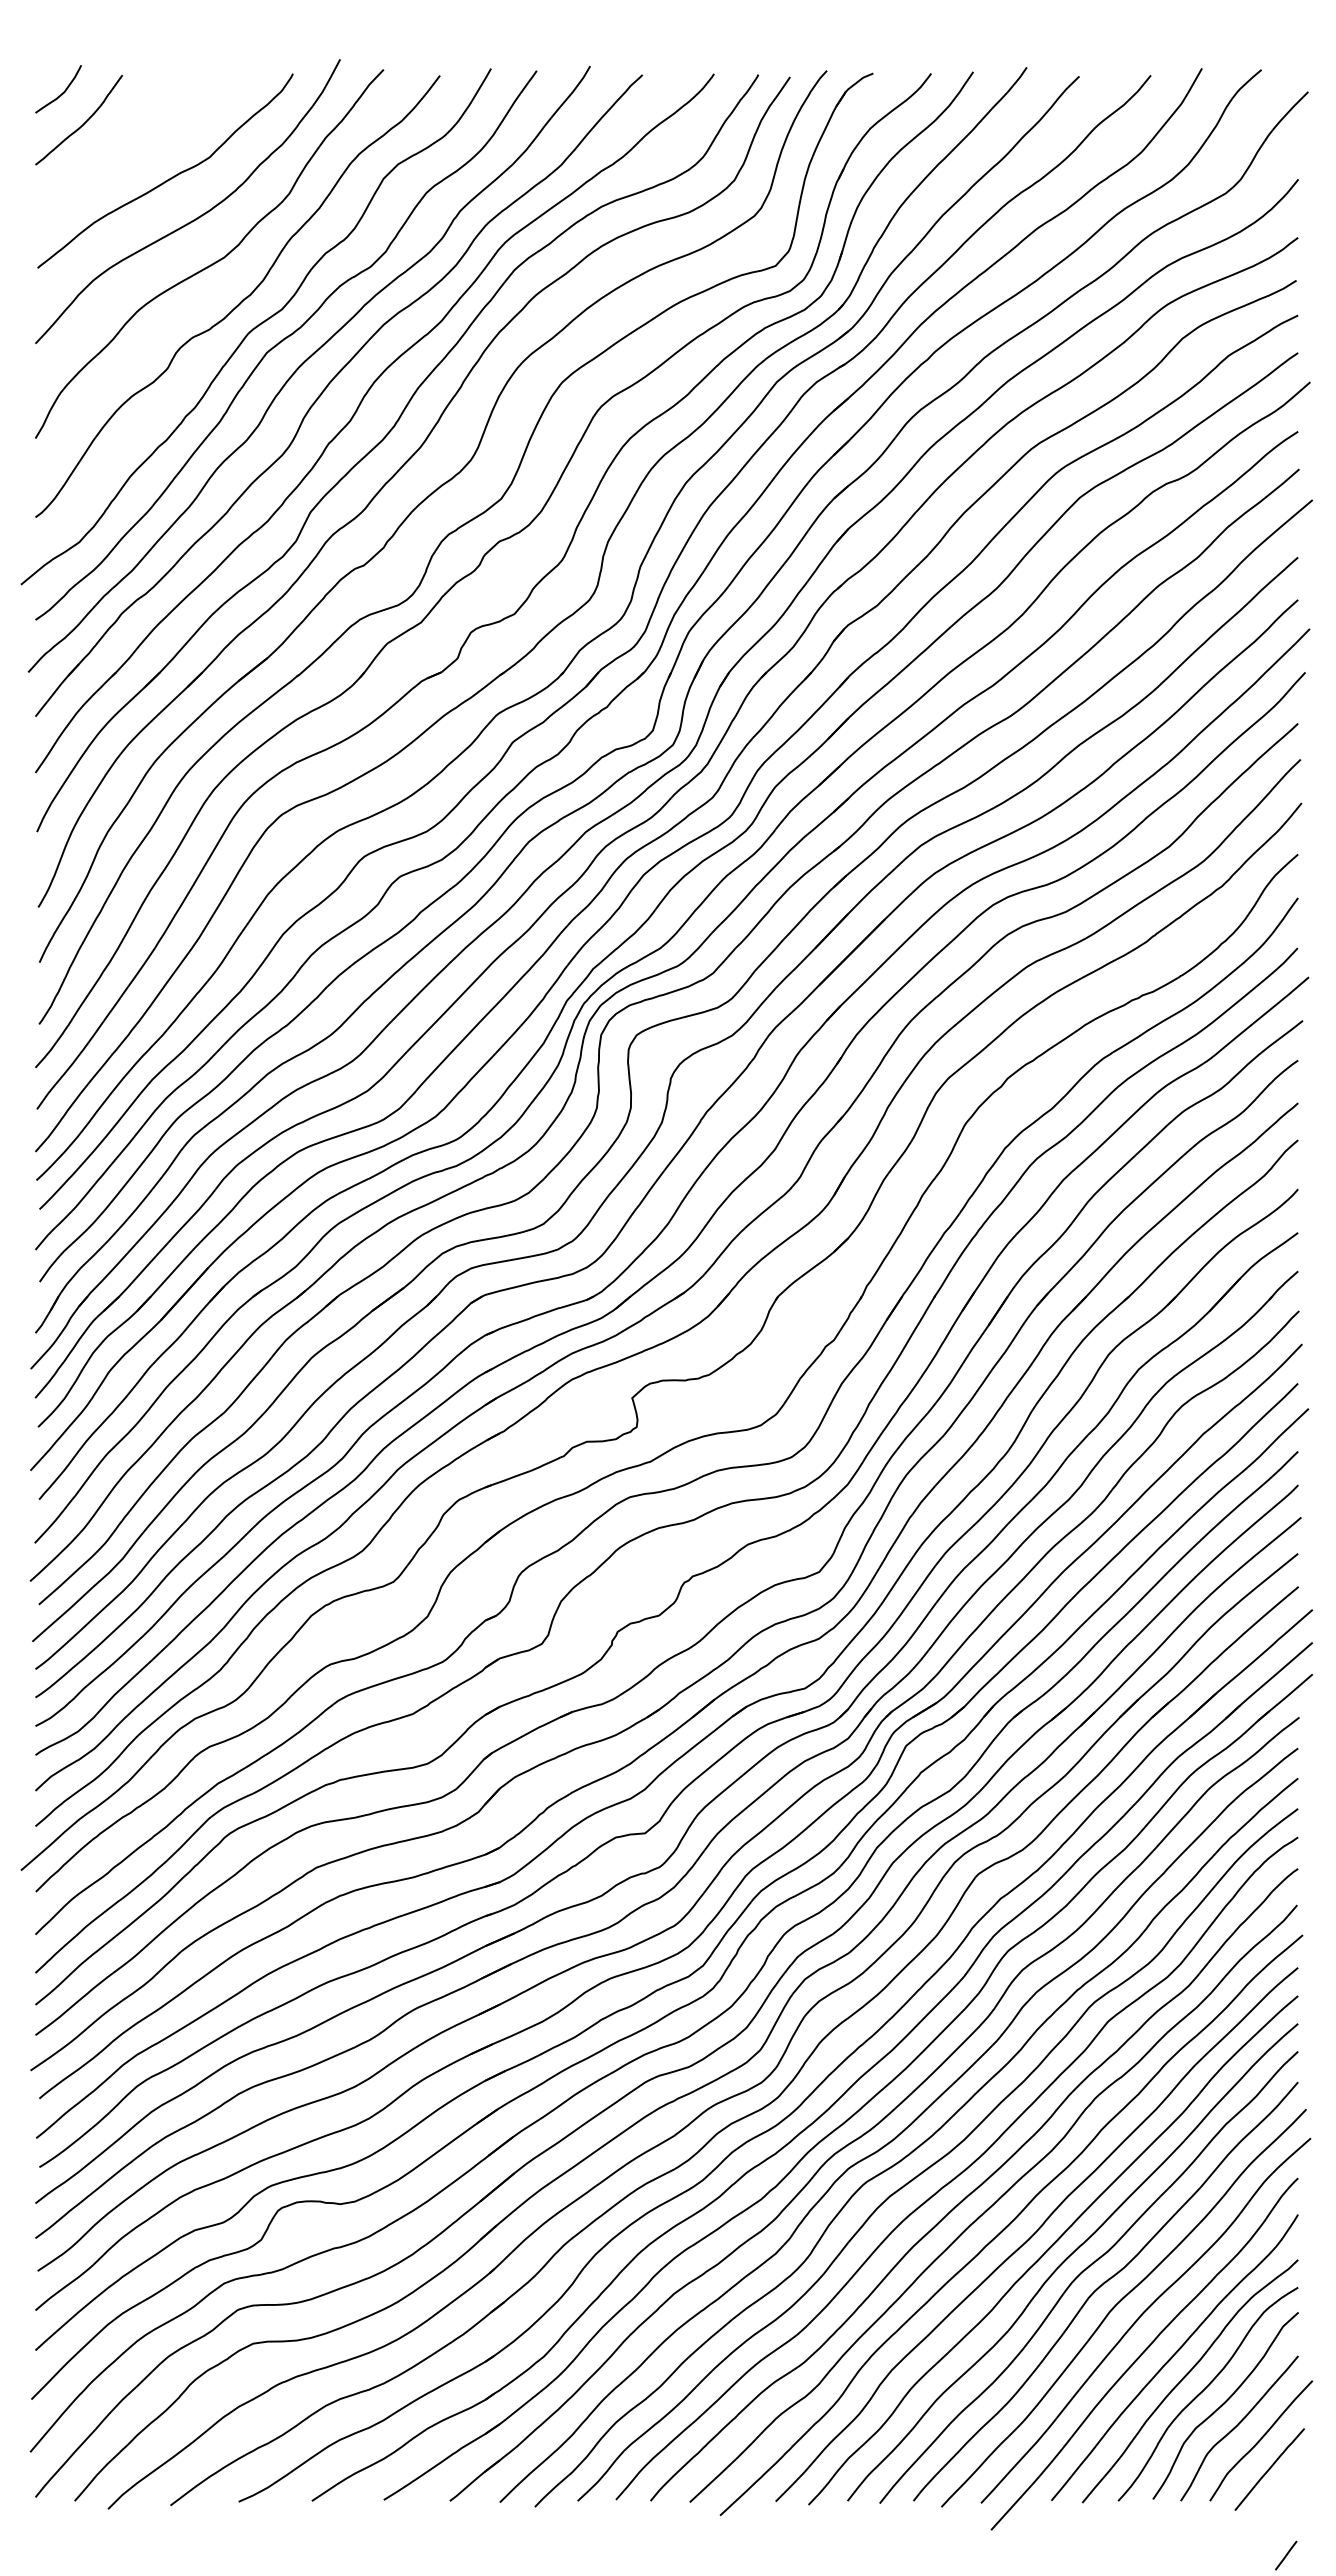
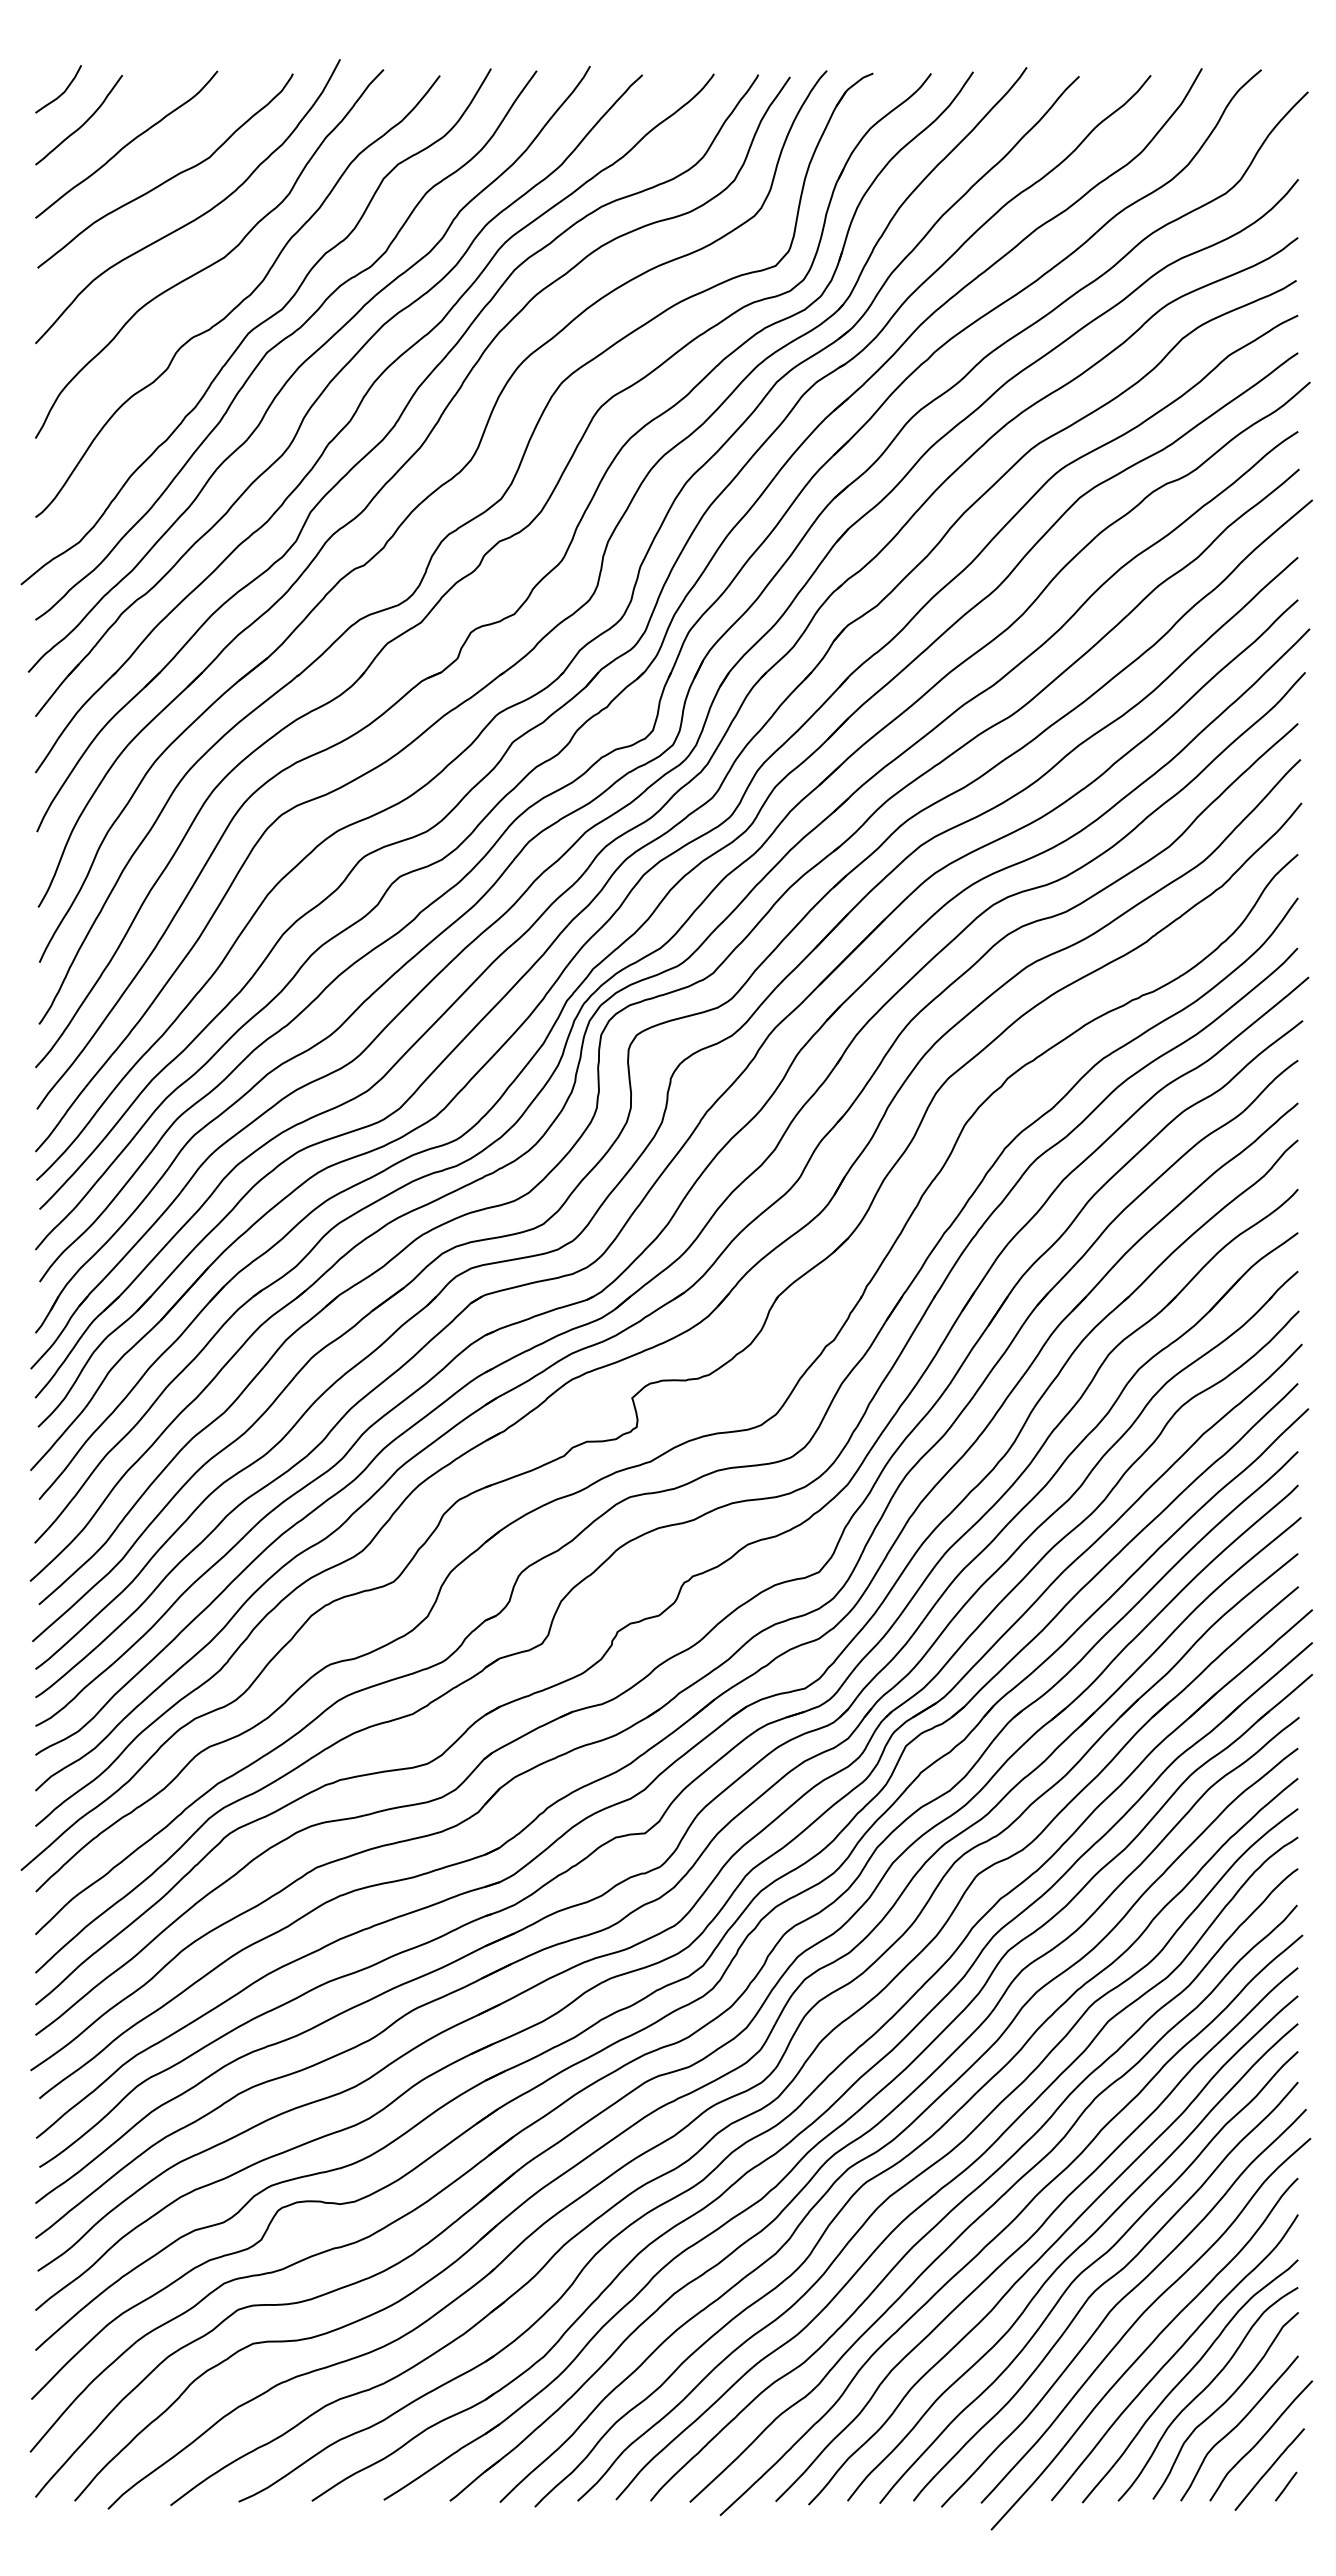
curve at (126, 144): none -> present
line at (1286, 2555) position: (1286, 2555) -> (1286, 2486)
